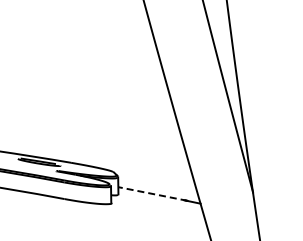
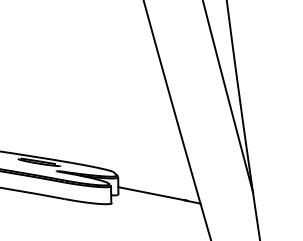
line at (152, 193): dashed -> solid
